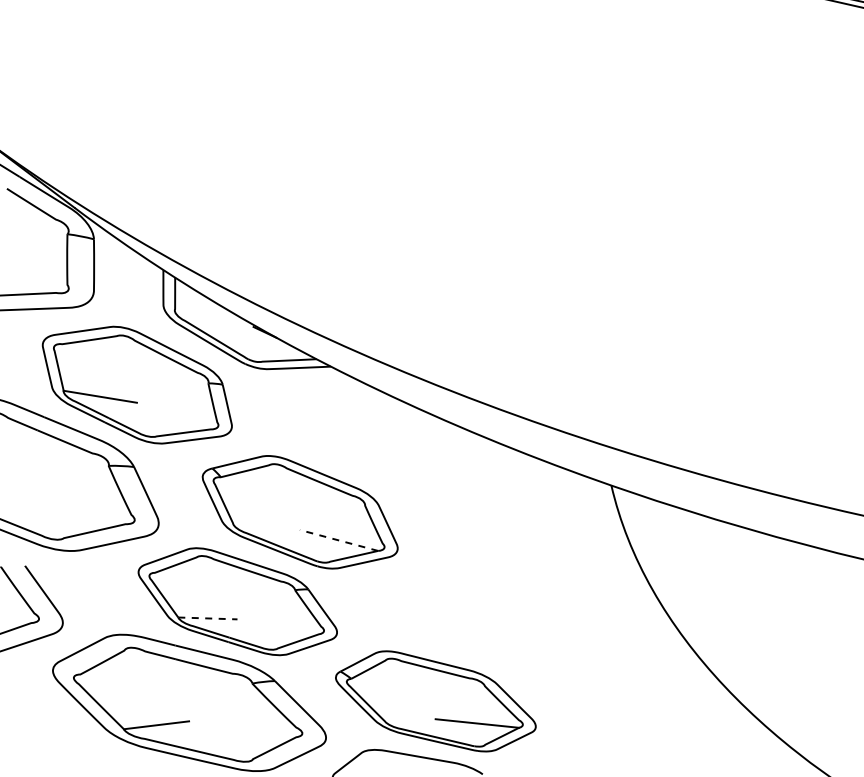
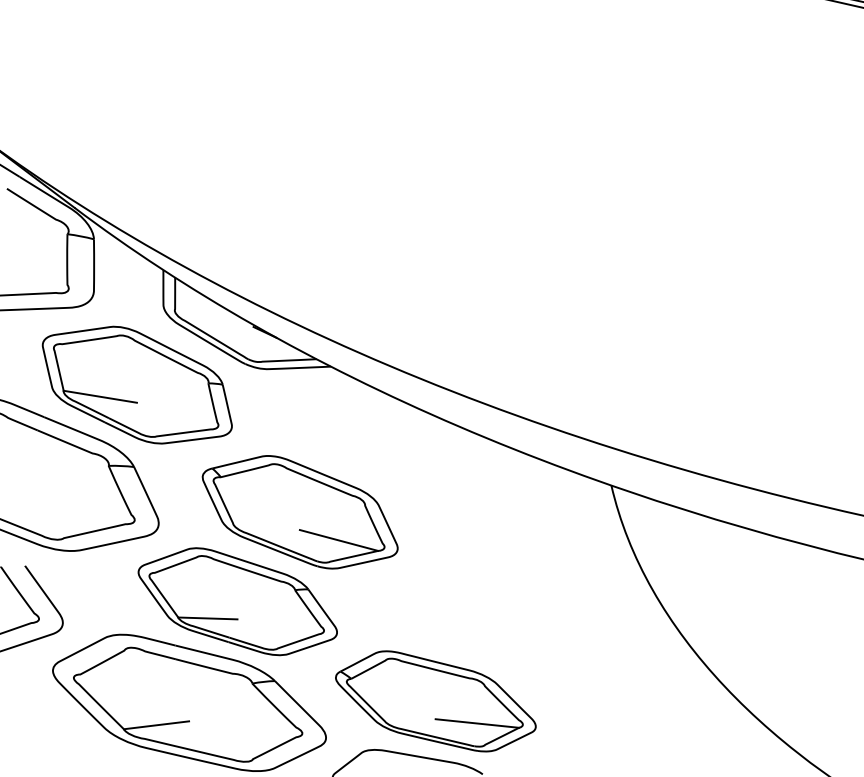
line at (339, 540): dashed -> solid
line at (207, 618): dashed -> solid
